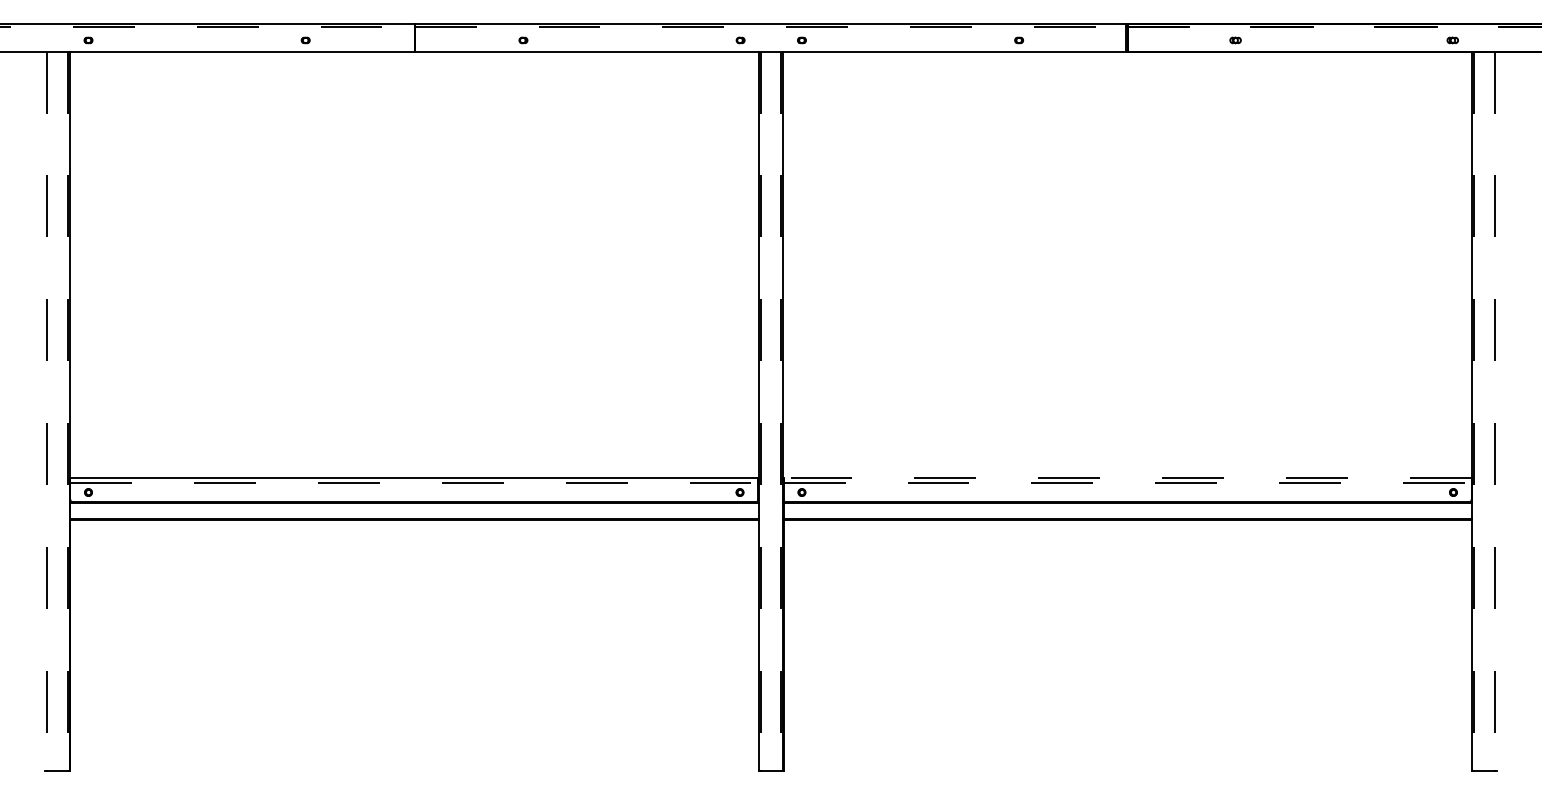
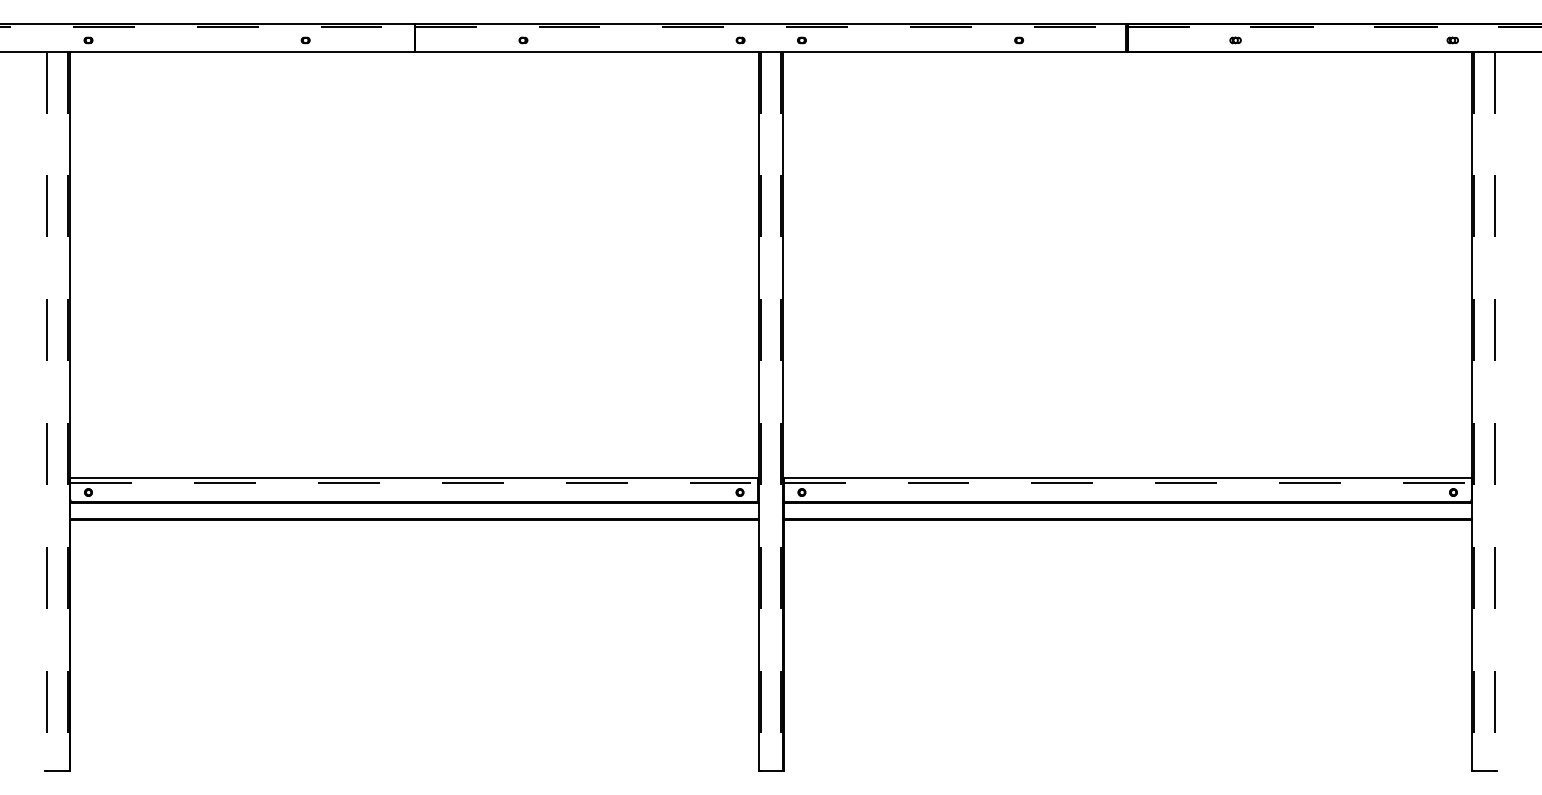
line at (1127, 477): dashed -> solid
